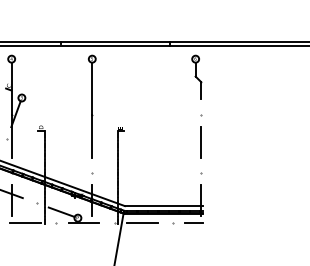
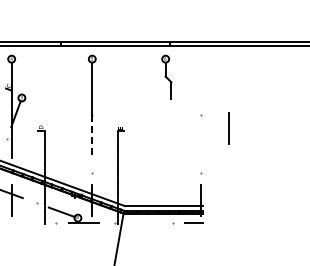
part at (196, 76) position: (196, 76) -> (166, 76)
line at (92, 136): solid -> dashed
line at (200, 142) position: (200, 142) -> (228, 128)
line at (25, 222): present -> none
line at (141, 222): present -> none
